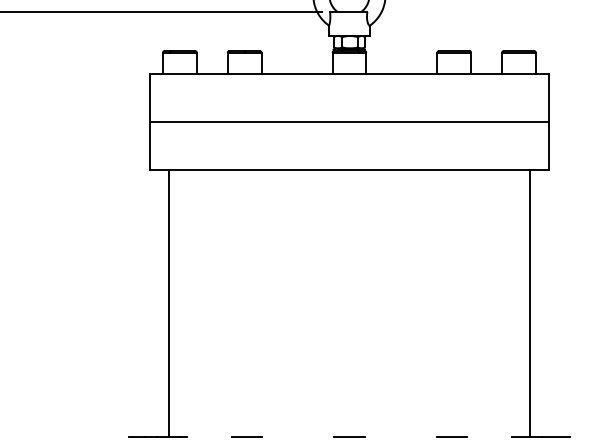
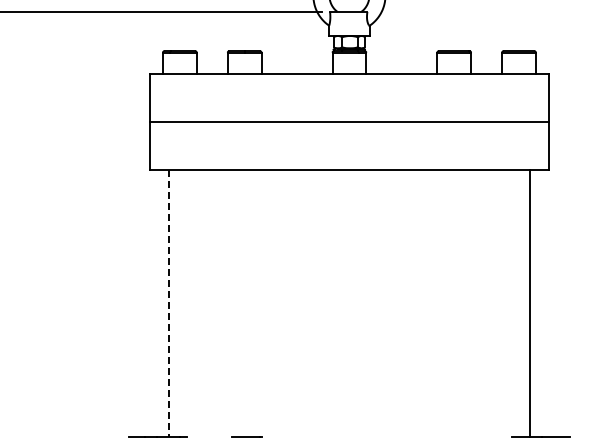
line at (168, 303): solid -> dashed
line at (349, 436): present -> none
line at (451, 436): present -> none
